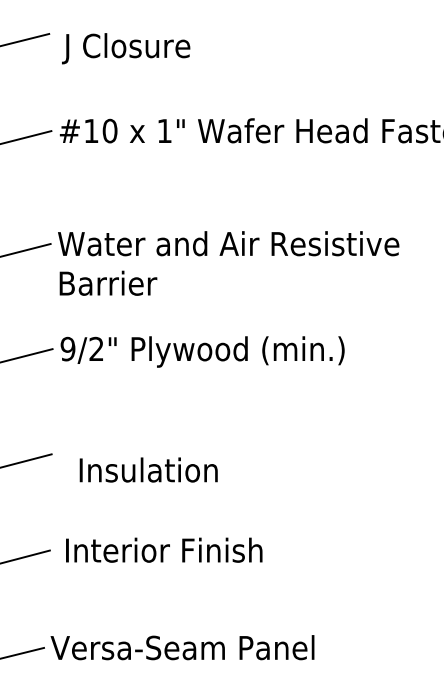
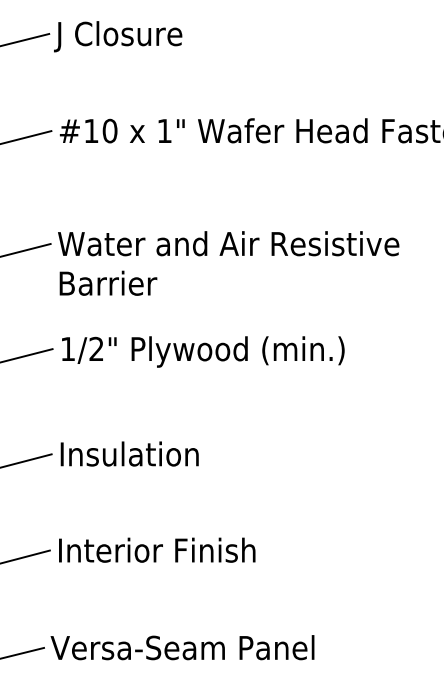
text at (126, 48) position: (126, 48) -> (118, 36)
text at (67, 348): 9/2" -> 1/2"
text at (148, 469) position: (148, 469) -> (129, 453)
text at (164, 549) position: (164, 549) -> (157, 549)
